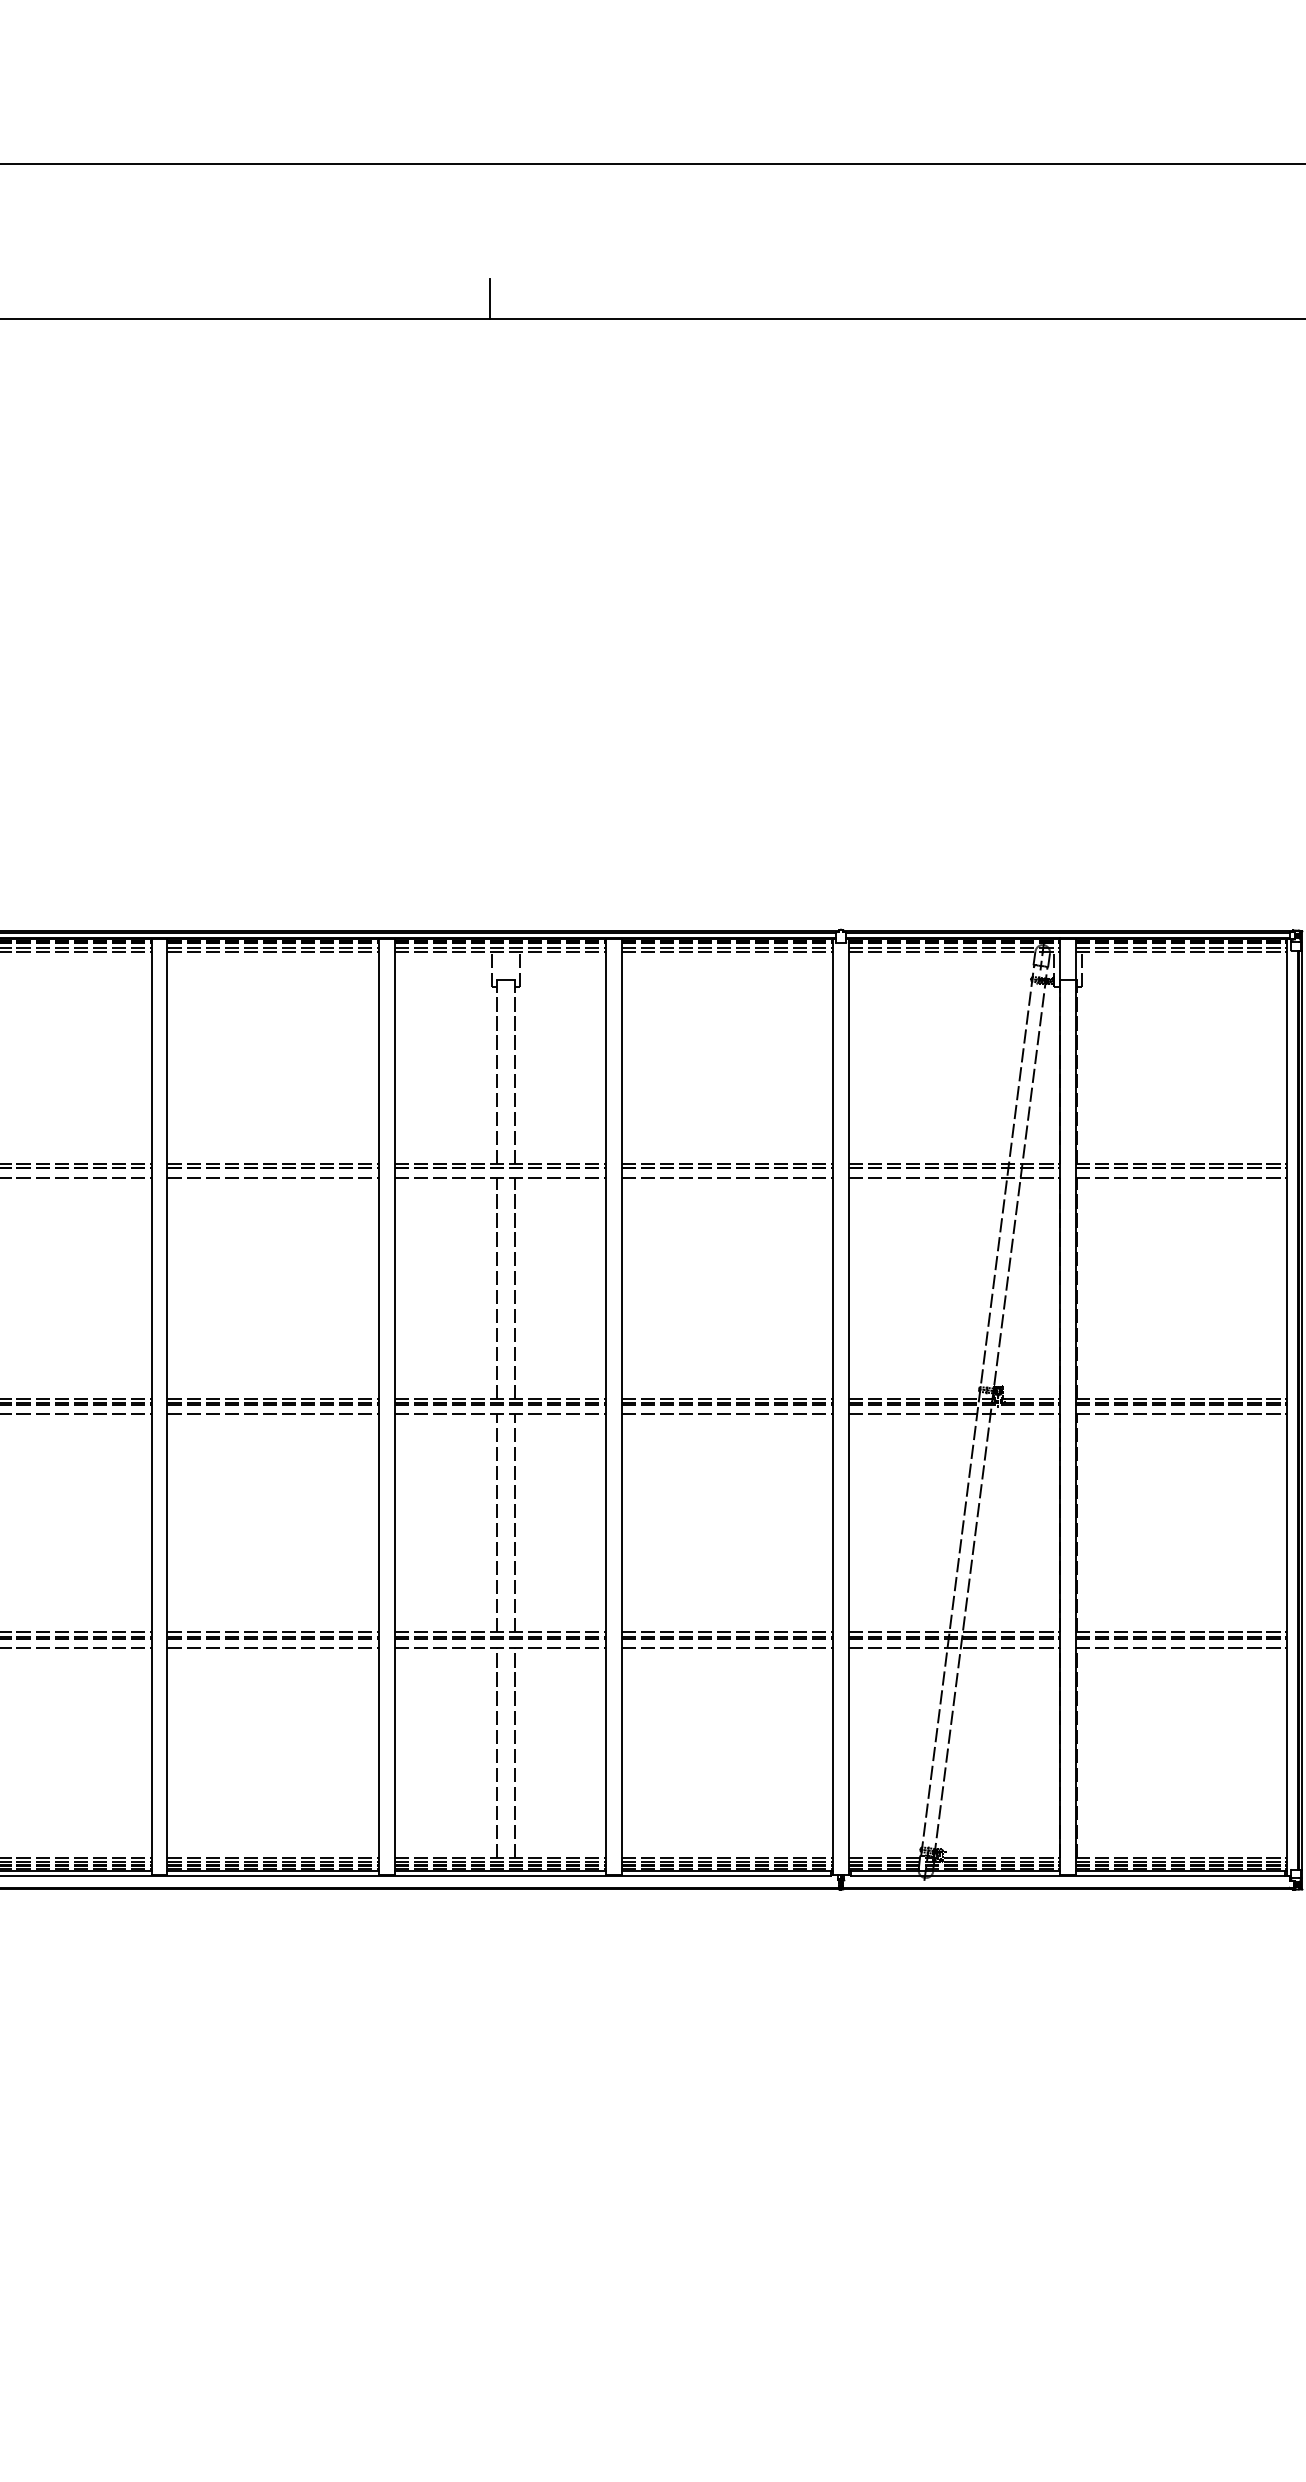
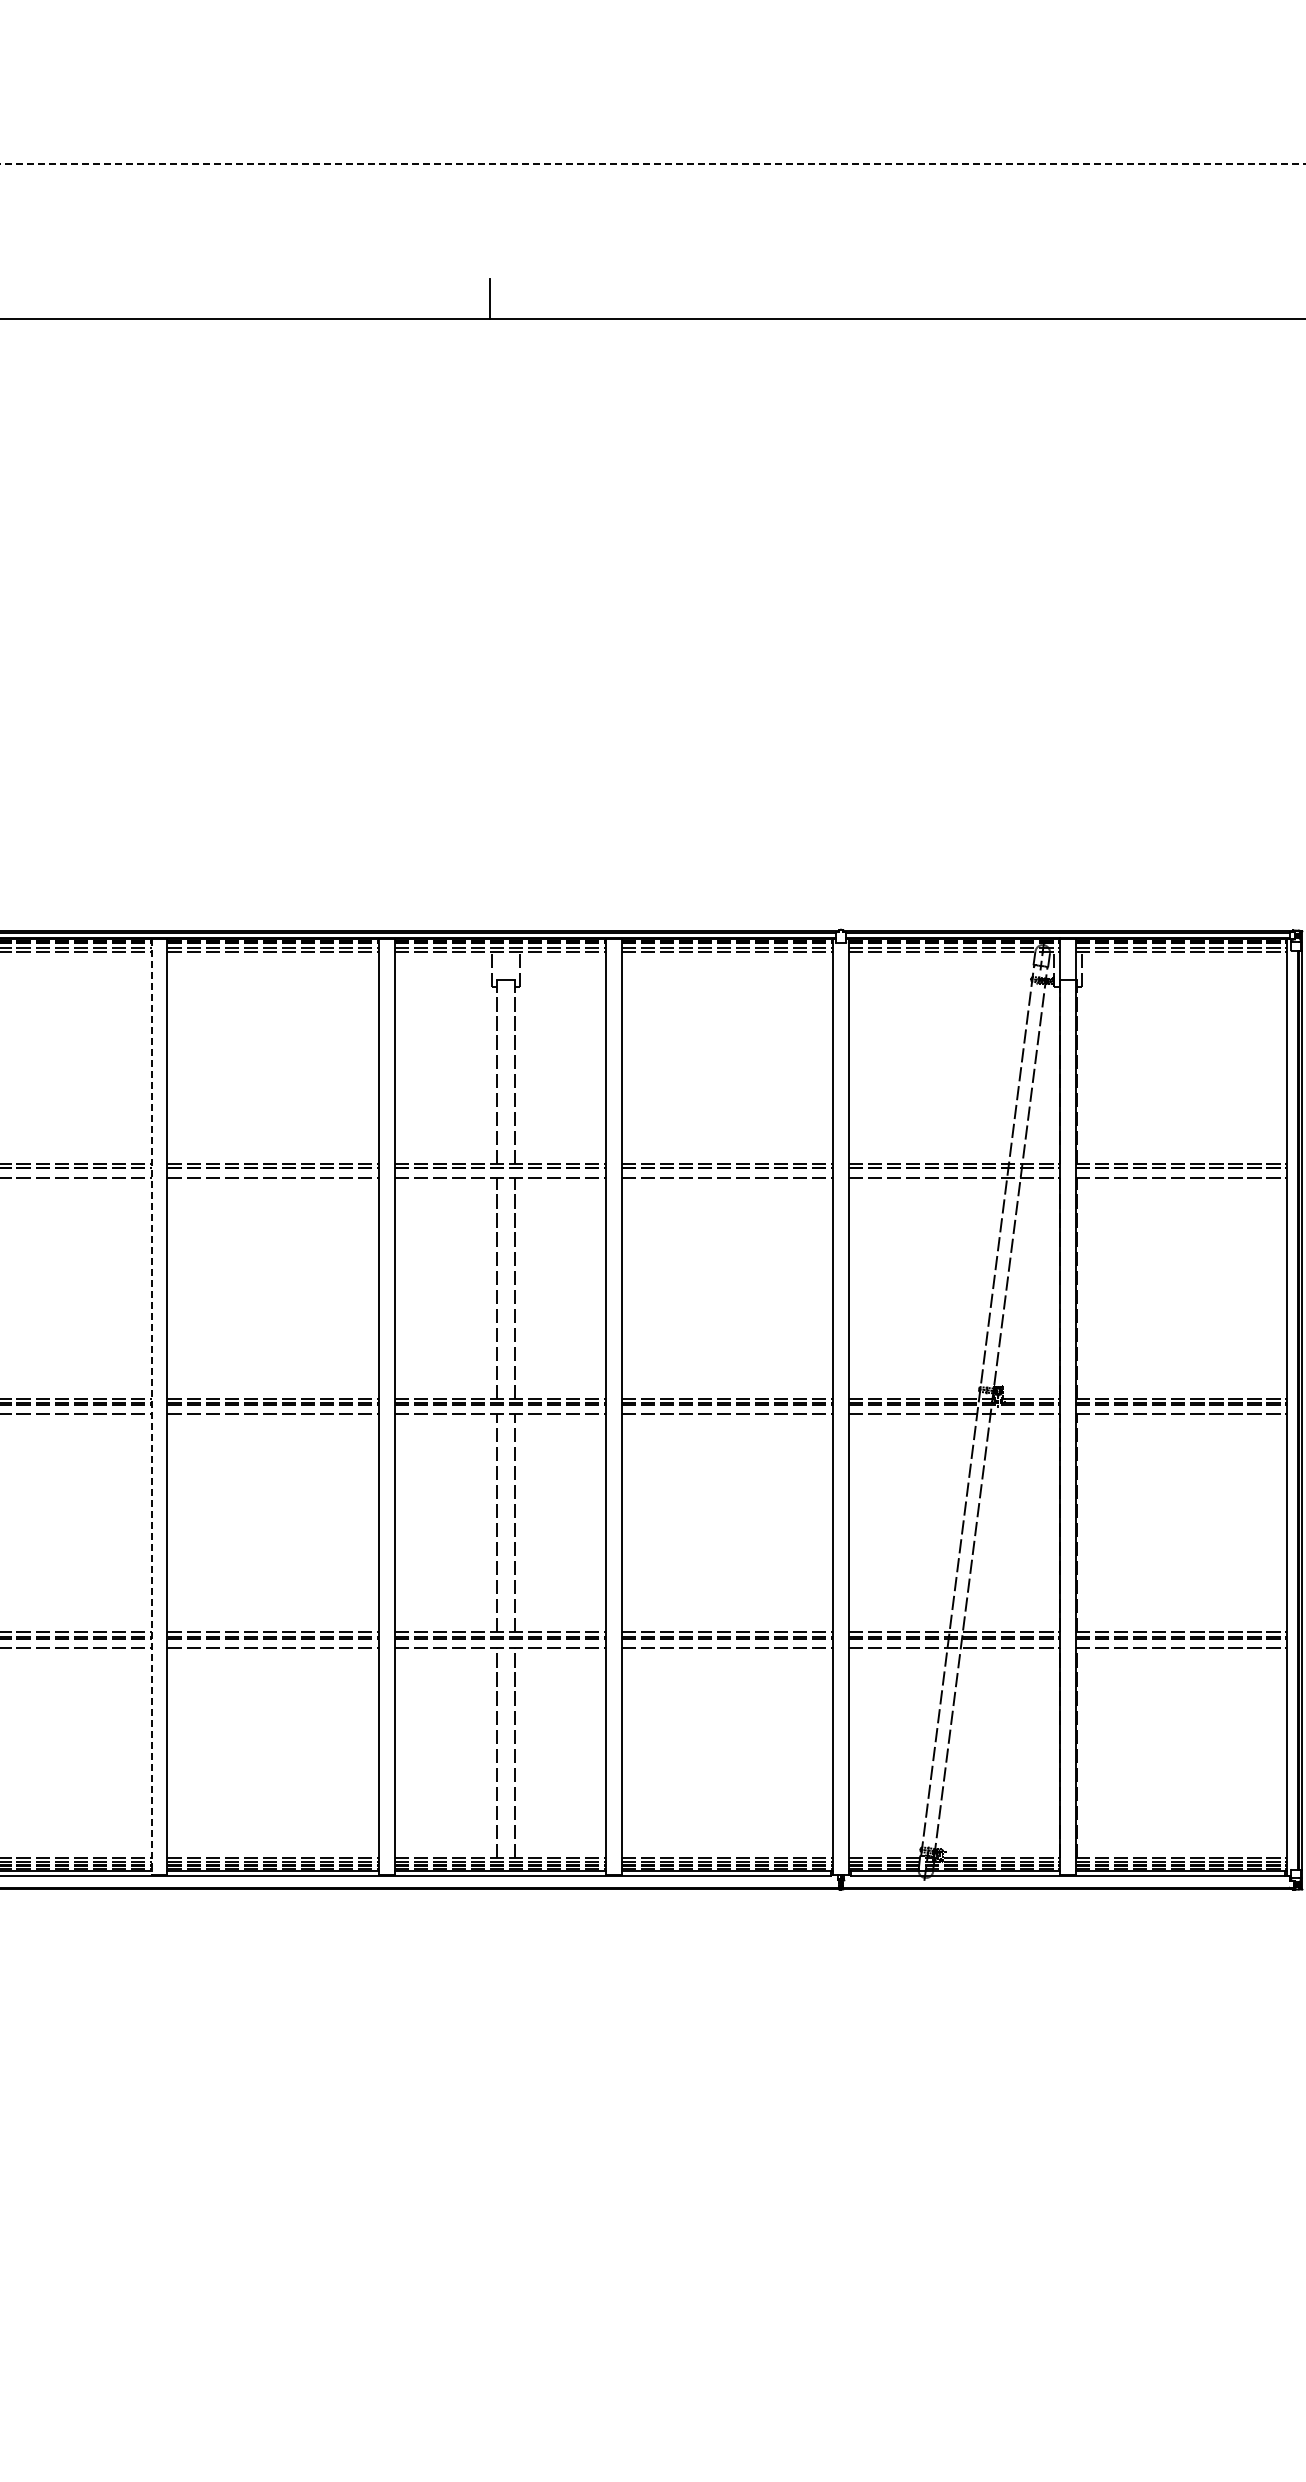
line at (652, 164): solid -> dashed
line at (151, 1407): solid -> dashed
